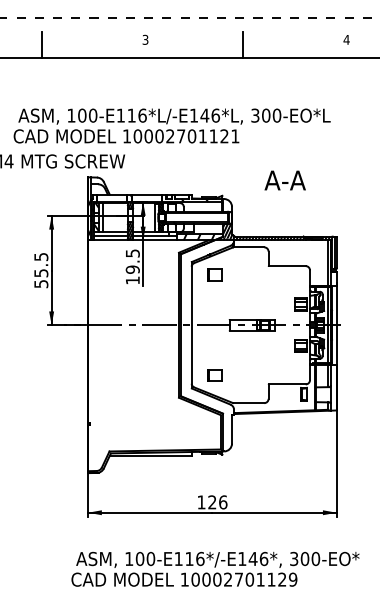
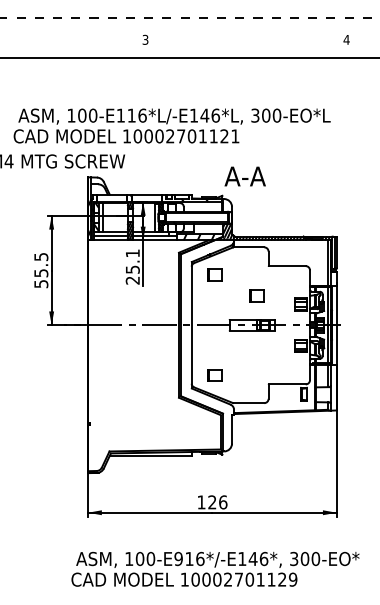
line at (41, 44): present -> none
line at (242, 44): present -> none
text at (284, 180) position: (284, 180) -> (244, 176)
text at (132, 266): 19.5 -> 25.1
part at (256, 295): none -> present
text at (178, 558): 100-E116*/-E146*, -> 100-E916*/-E146*,
